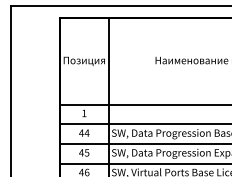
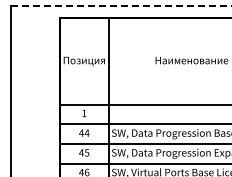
line at (121, 6): solid -> dashed
